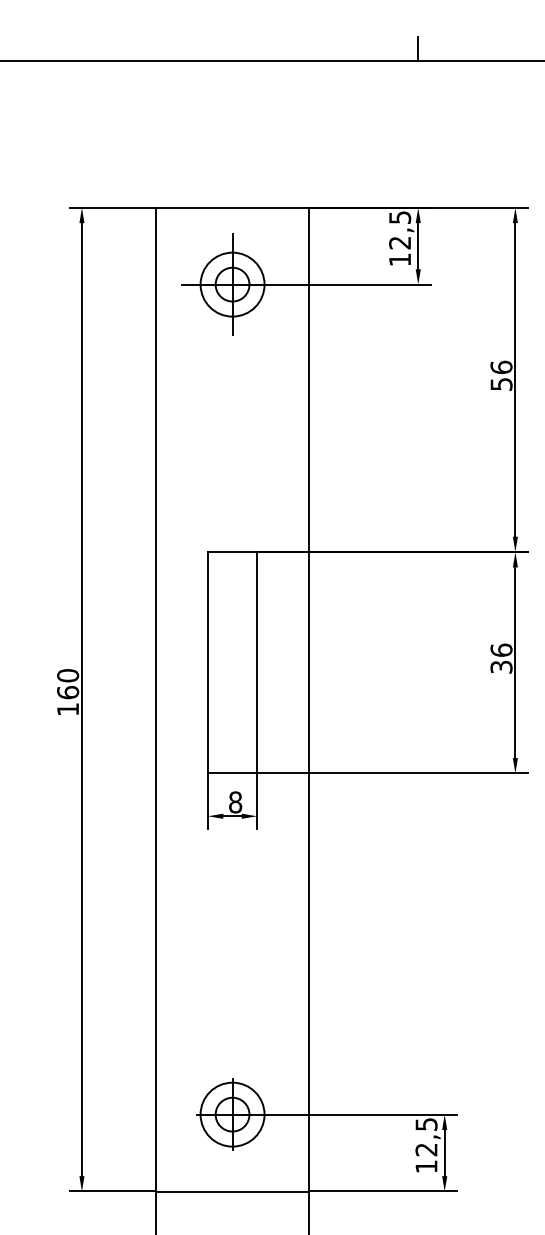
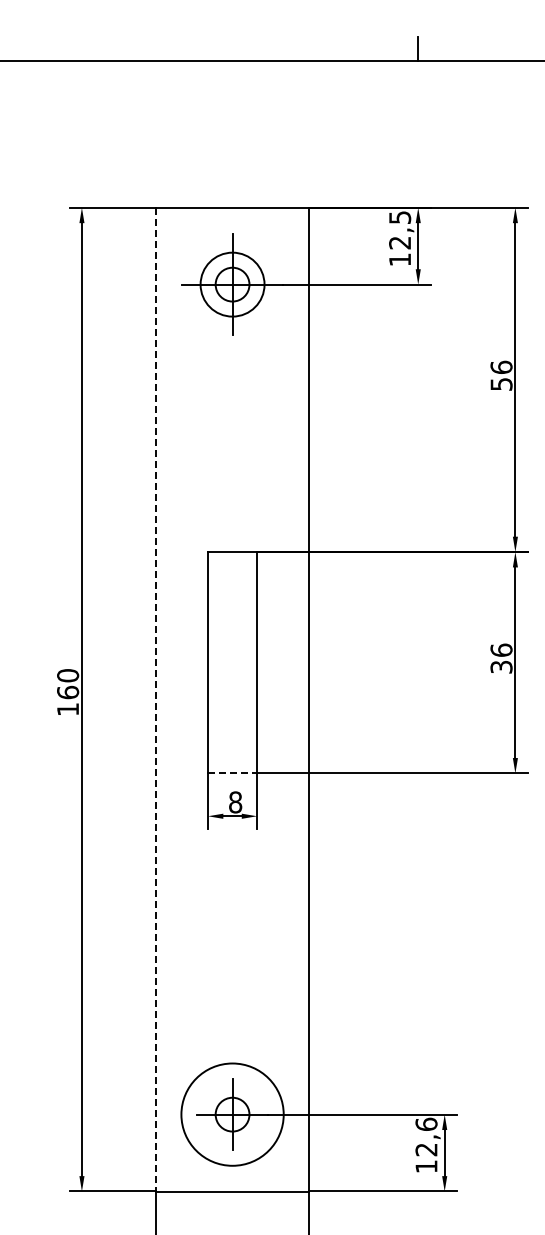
line at (155, 699): solid -> dashed
line at (232, 773): solid -> dashed
circle at (232, 1114) diameter: 64 px -> 102 px
text at (426, 1123): 12,5 -> 12,6
